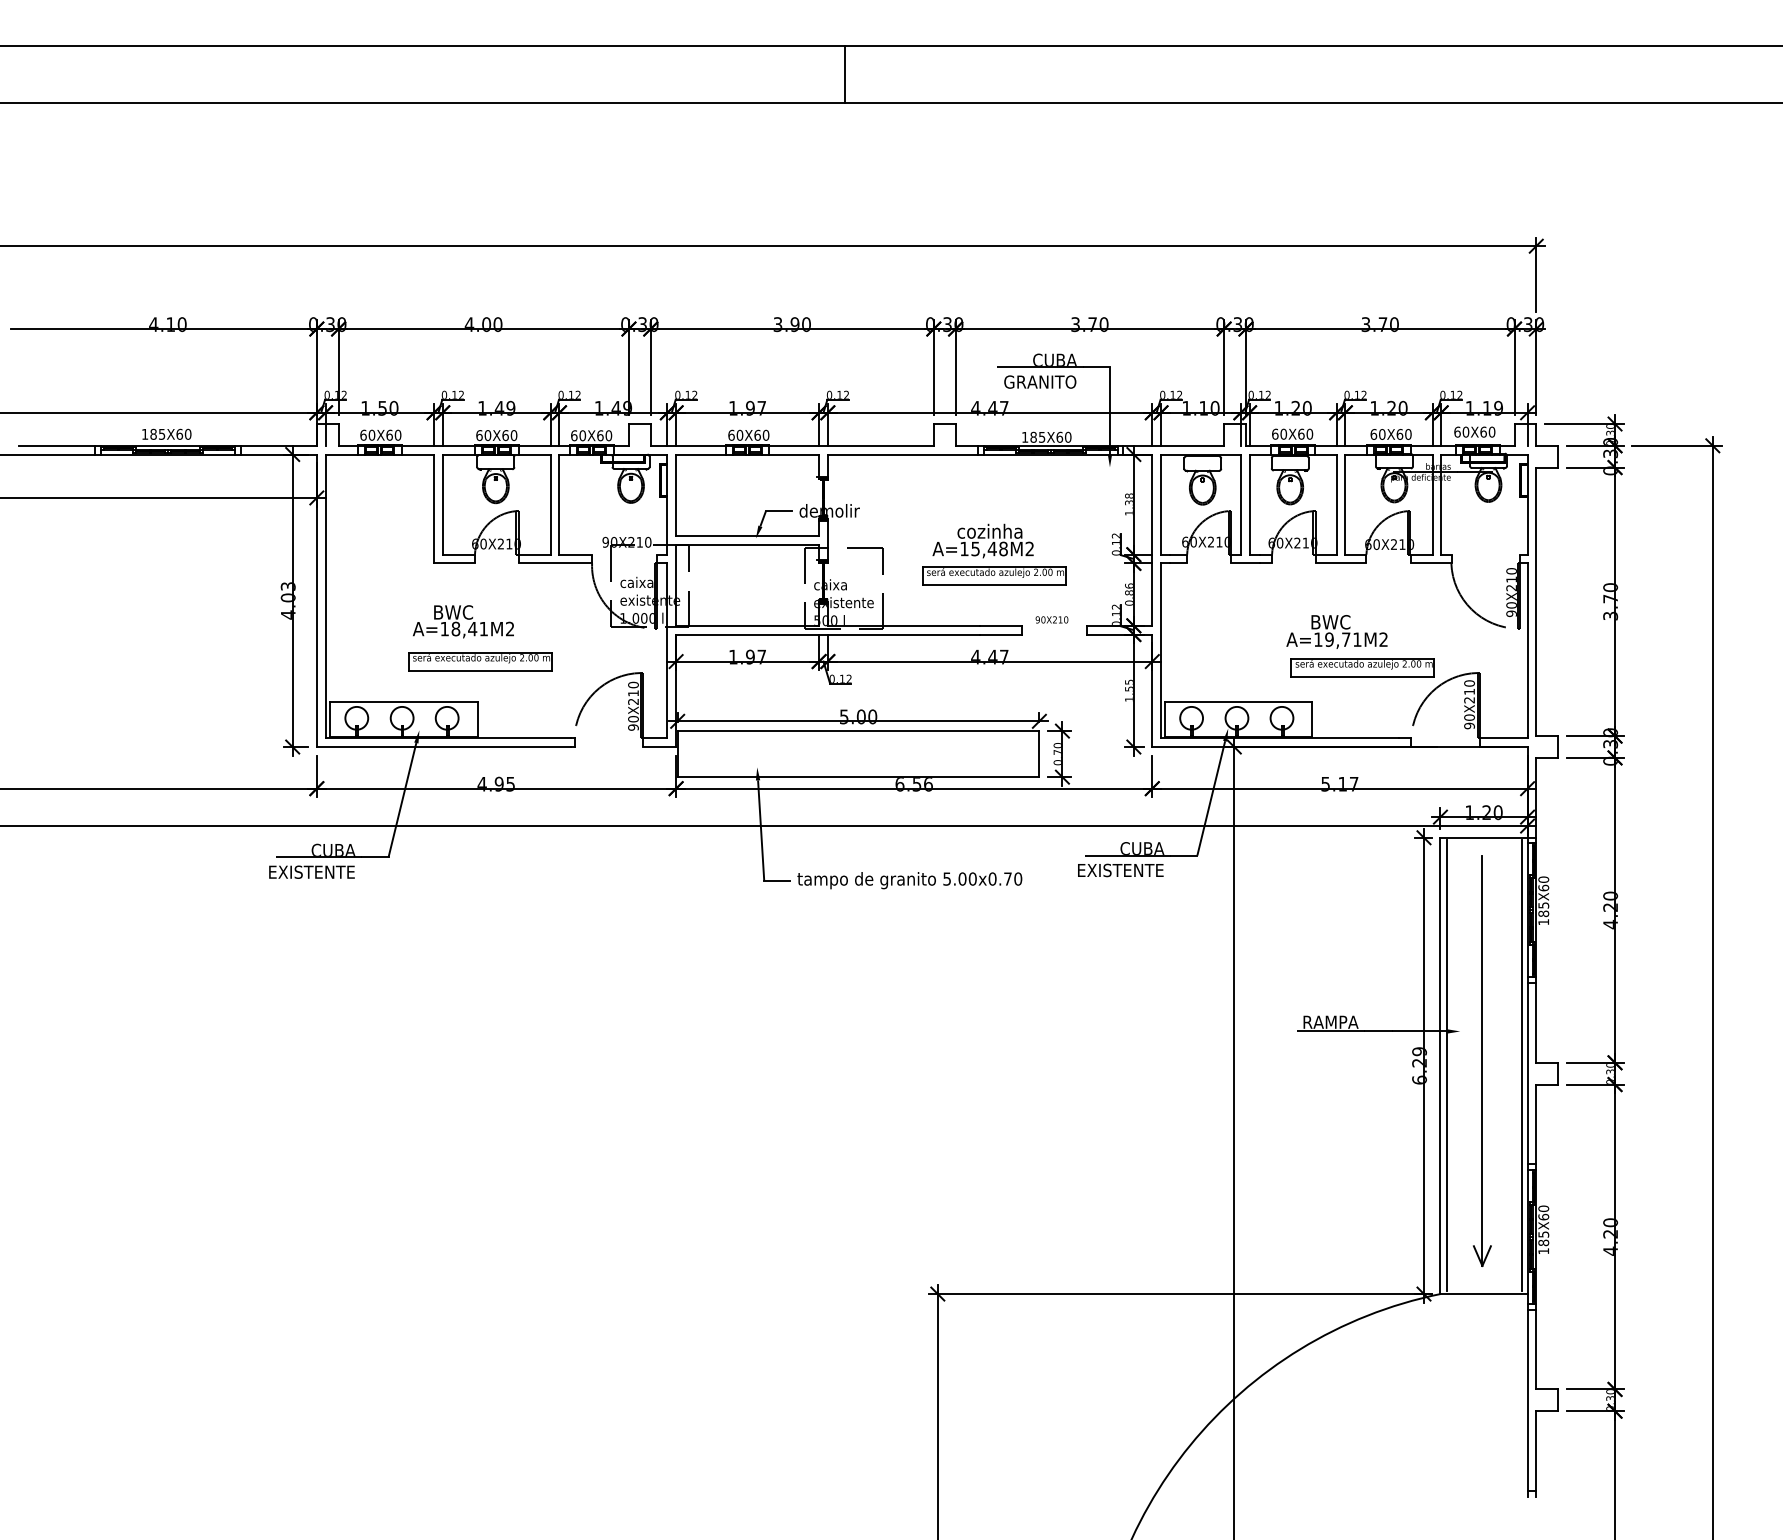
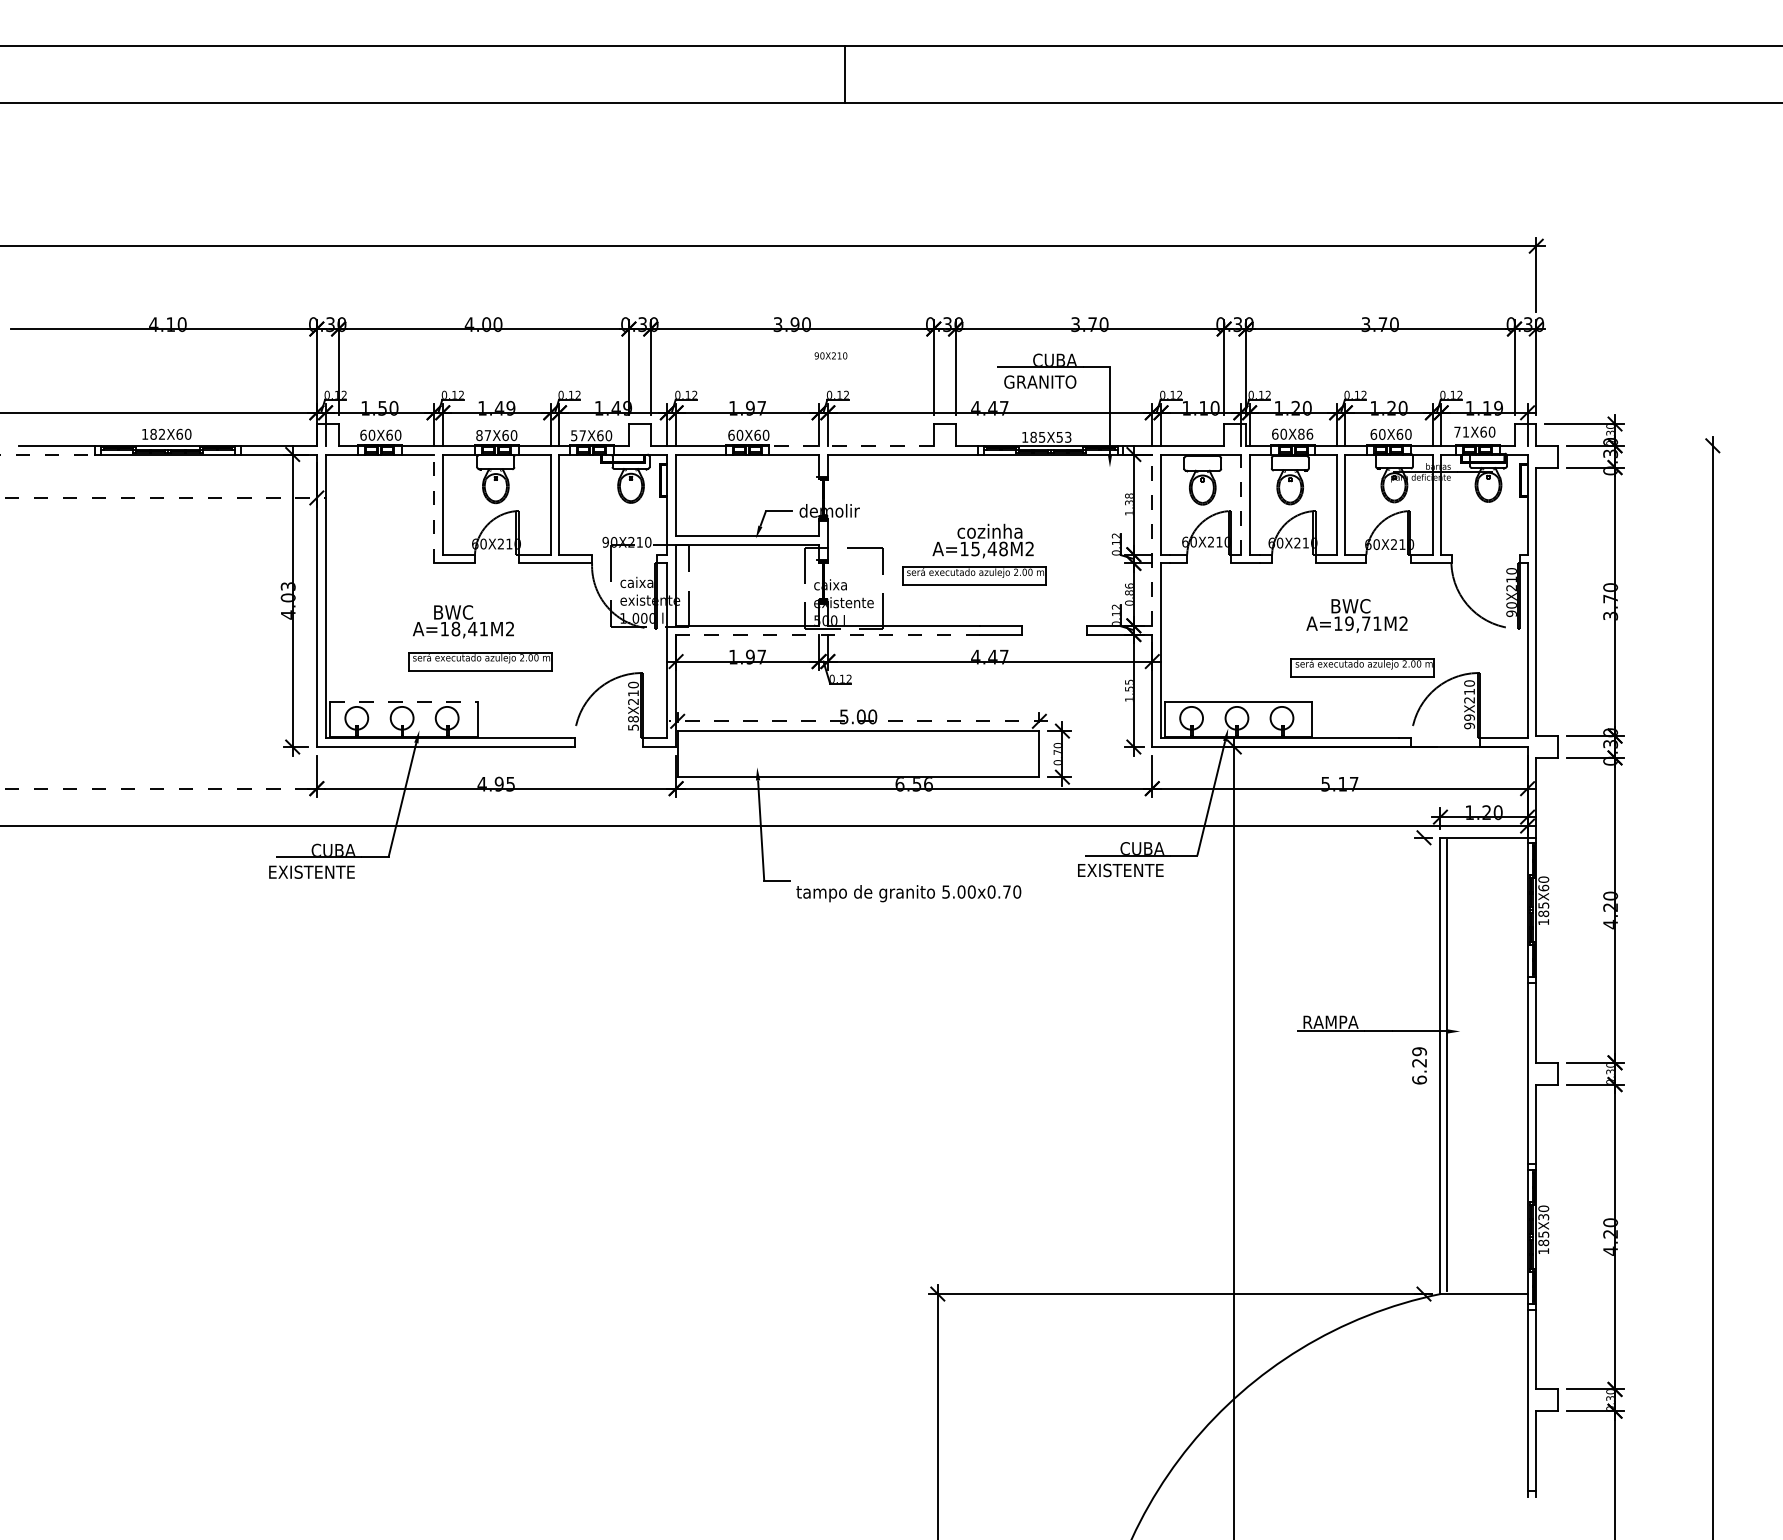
text at (1461, 431): 60X60 -> 71X60
text at (162, 433): 185X60 -> 182X60
text at (1305, 433): 60X60 -> 60X86
text at (483, 435): 60X60 -> 87X60
text at (578, 435): 60X60 -> 57X60
text at (1063, 436): 185X60 -> 185X53
line at (851, 445): solid -> dashed
line at (1676, 445): present -> none
line at (48, 454): solid -> dashed
line at (163, 497): solid -> dashed
line at (1240, 504): solid -> dashed
line at (434, 508): solid -> dashed
line at (1152, 540): solid -> dashed
part at (994, 575) position: (994, 575) -> (974, 575)
text at (1051, 619) position: (1051, 619) -> (830, 355)
text at (1336, 631) position: (1336, 631) -> (1356, 615)
line at (827, 634): solid -> dashed
line at (403, 701): solid -> dashed
text at (1469, 717): 90X210 -> 99X210
line at (858, 721): solid -> dashed
text at (633, 723): 90X210 -> 58X210
line at (163, 788): solid -> dashed
text at (909, 880) position: (909, 880) -> (908, 893)
part at (1482, 1060): present -> none
line at (1521, 1064): present -> none
line at (1423, 1065): present -> none
text at (1543, 1216): 185X60 -> 185X30
